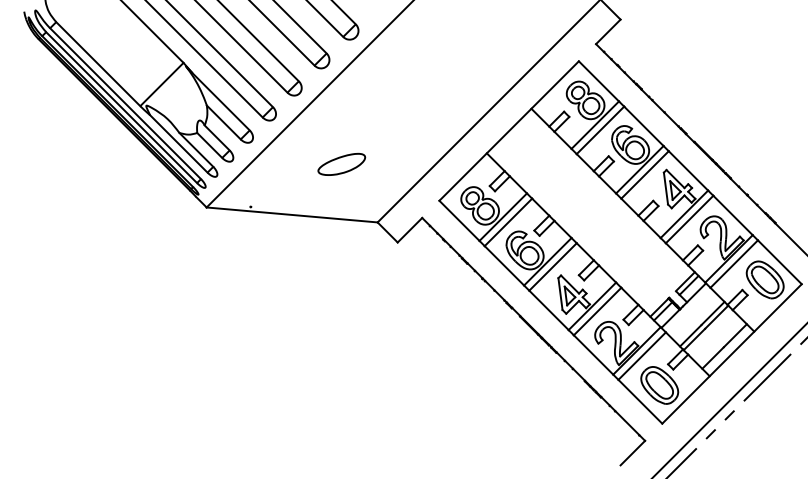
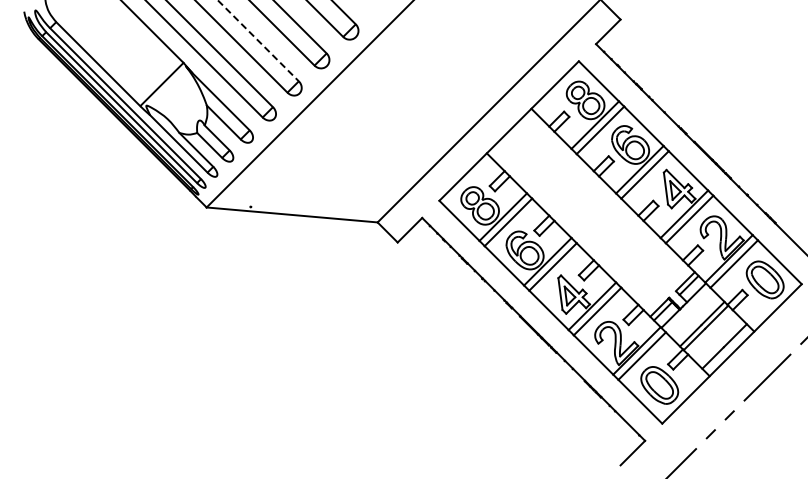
line at (258, 41): solid -> dashed
part at (341, 163): present -> none
line at (729, 400): present -> none
